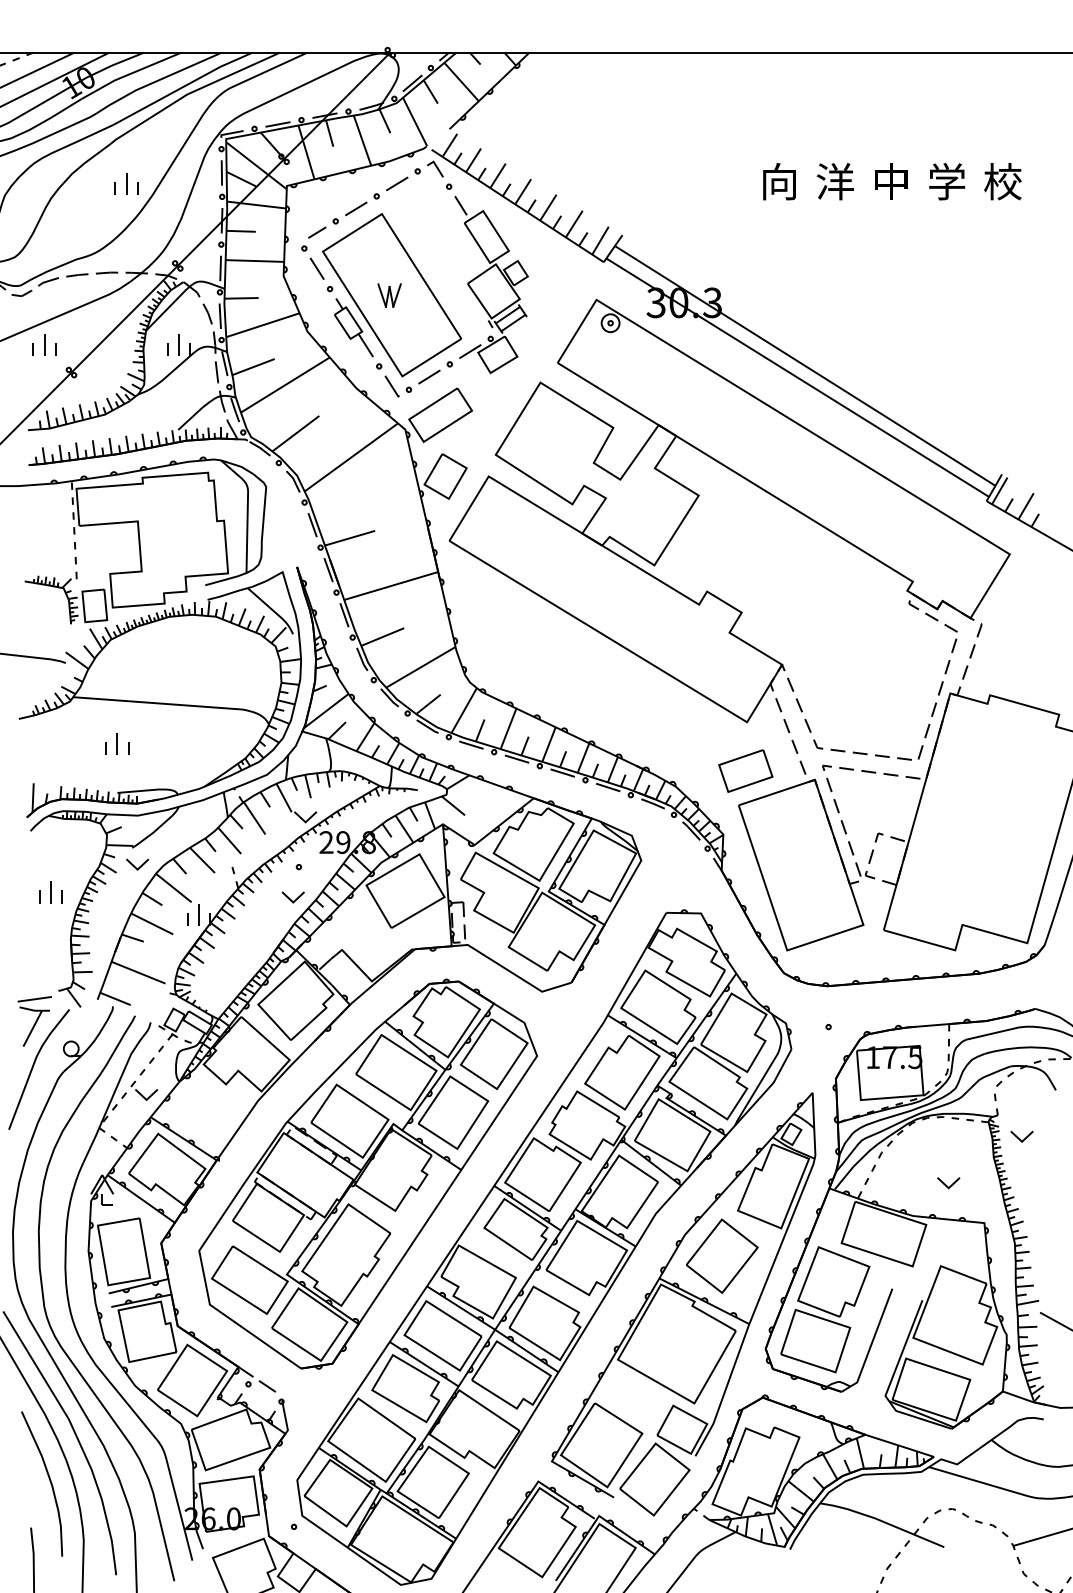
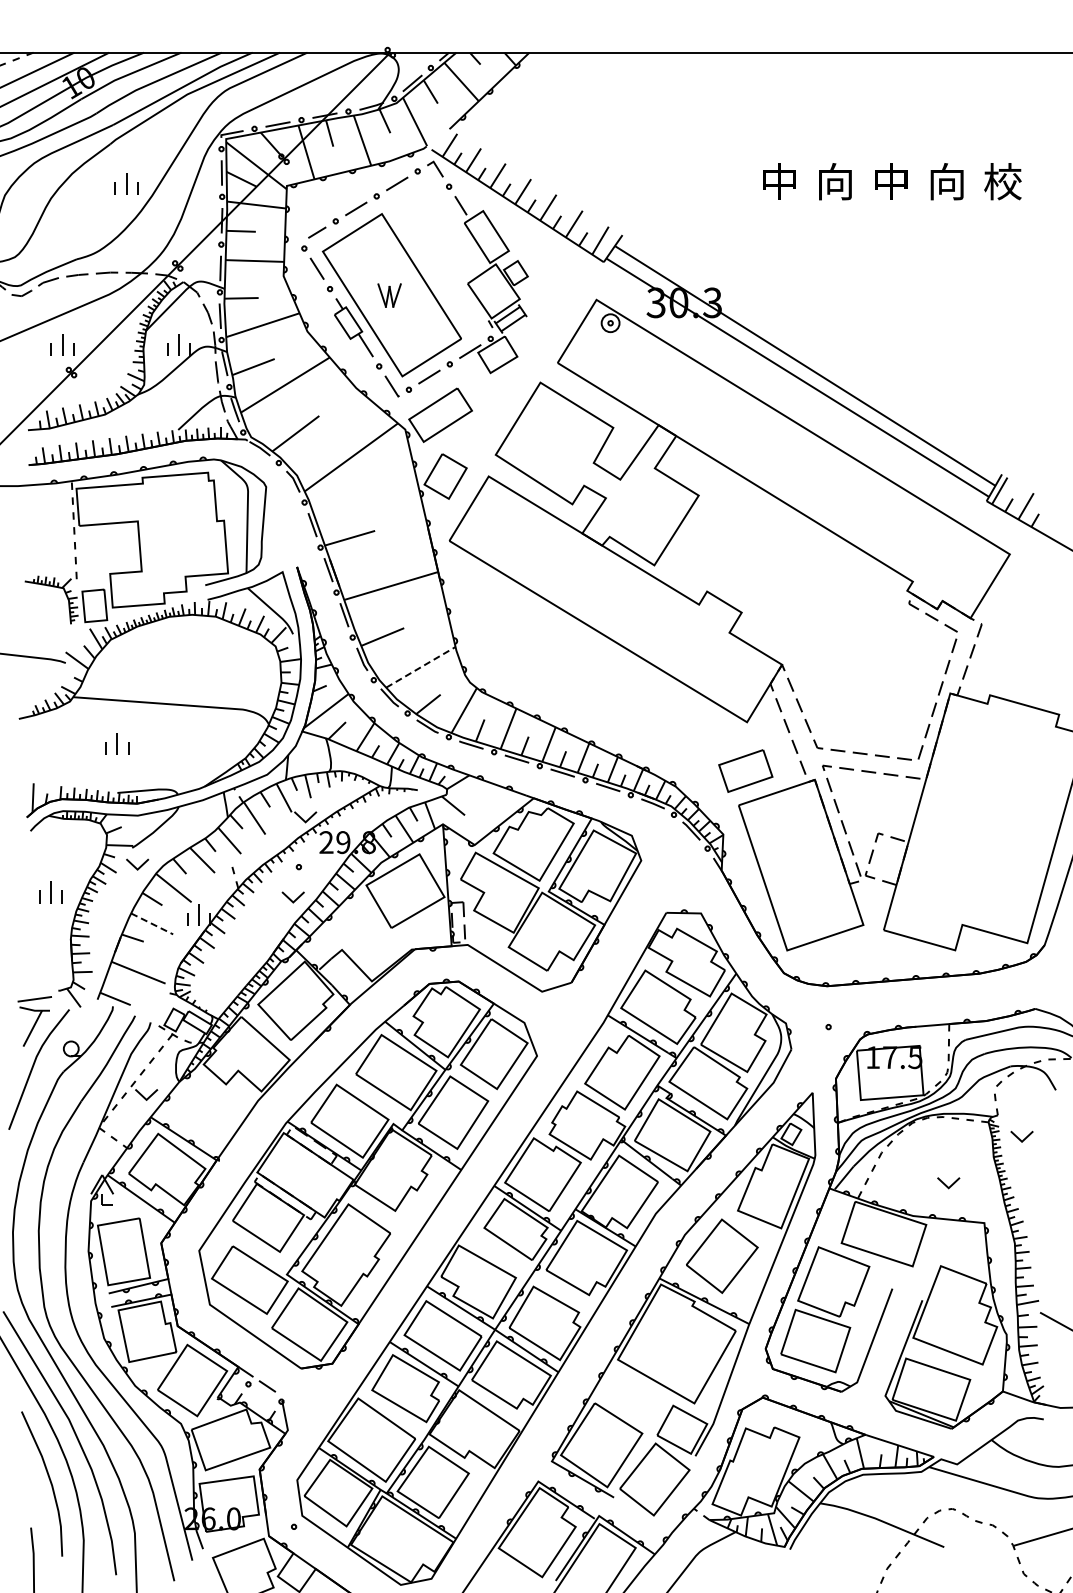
text at (779, 181): 向 -> 中
text at (834, 181): 洋 -> 向
text at (947, 181): 学 -> 向
part at (44, 344) position: (44, 344) -> (62, 344)
line at (421, 667): solid -> dashed
line at (152, 924): solid -> dashed
